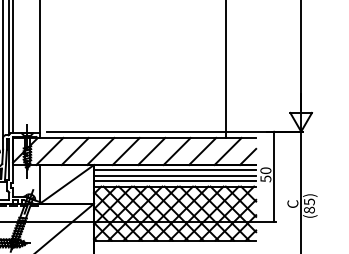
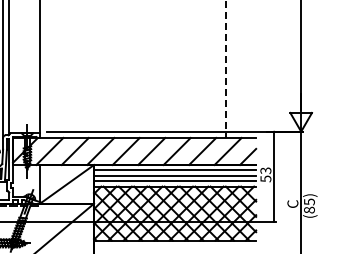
line at (13, 67): present -> none
line at (225, 69): solid -> dashed
text at (265, 170): 50 -> 53
